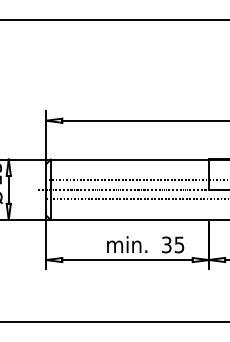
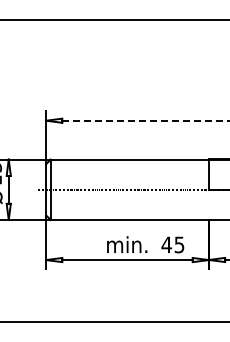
line at (146, 120): solid -> dashed
line at (136, 180): present -> none
line at (136, 199): present -> none
text at (166, 244): 35 -> 45
